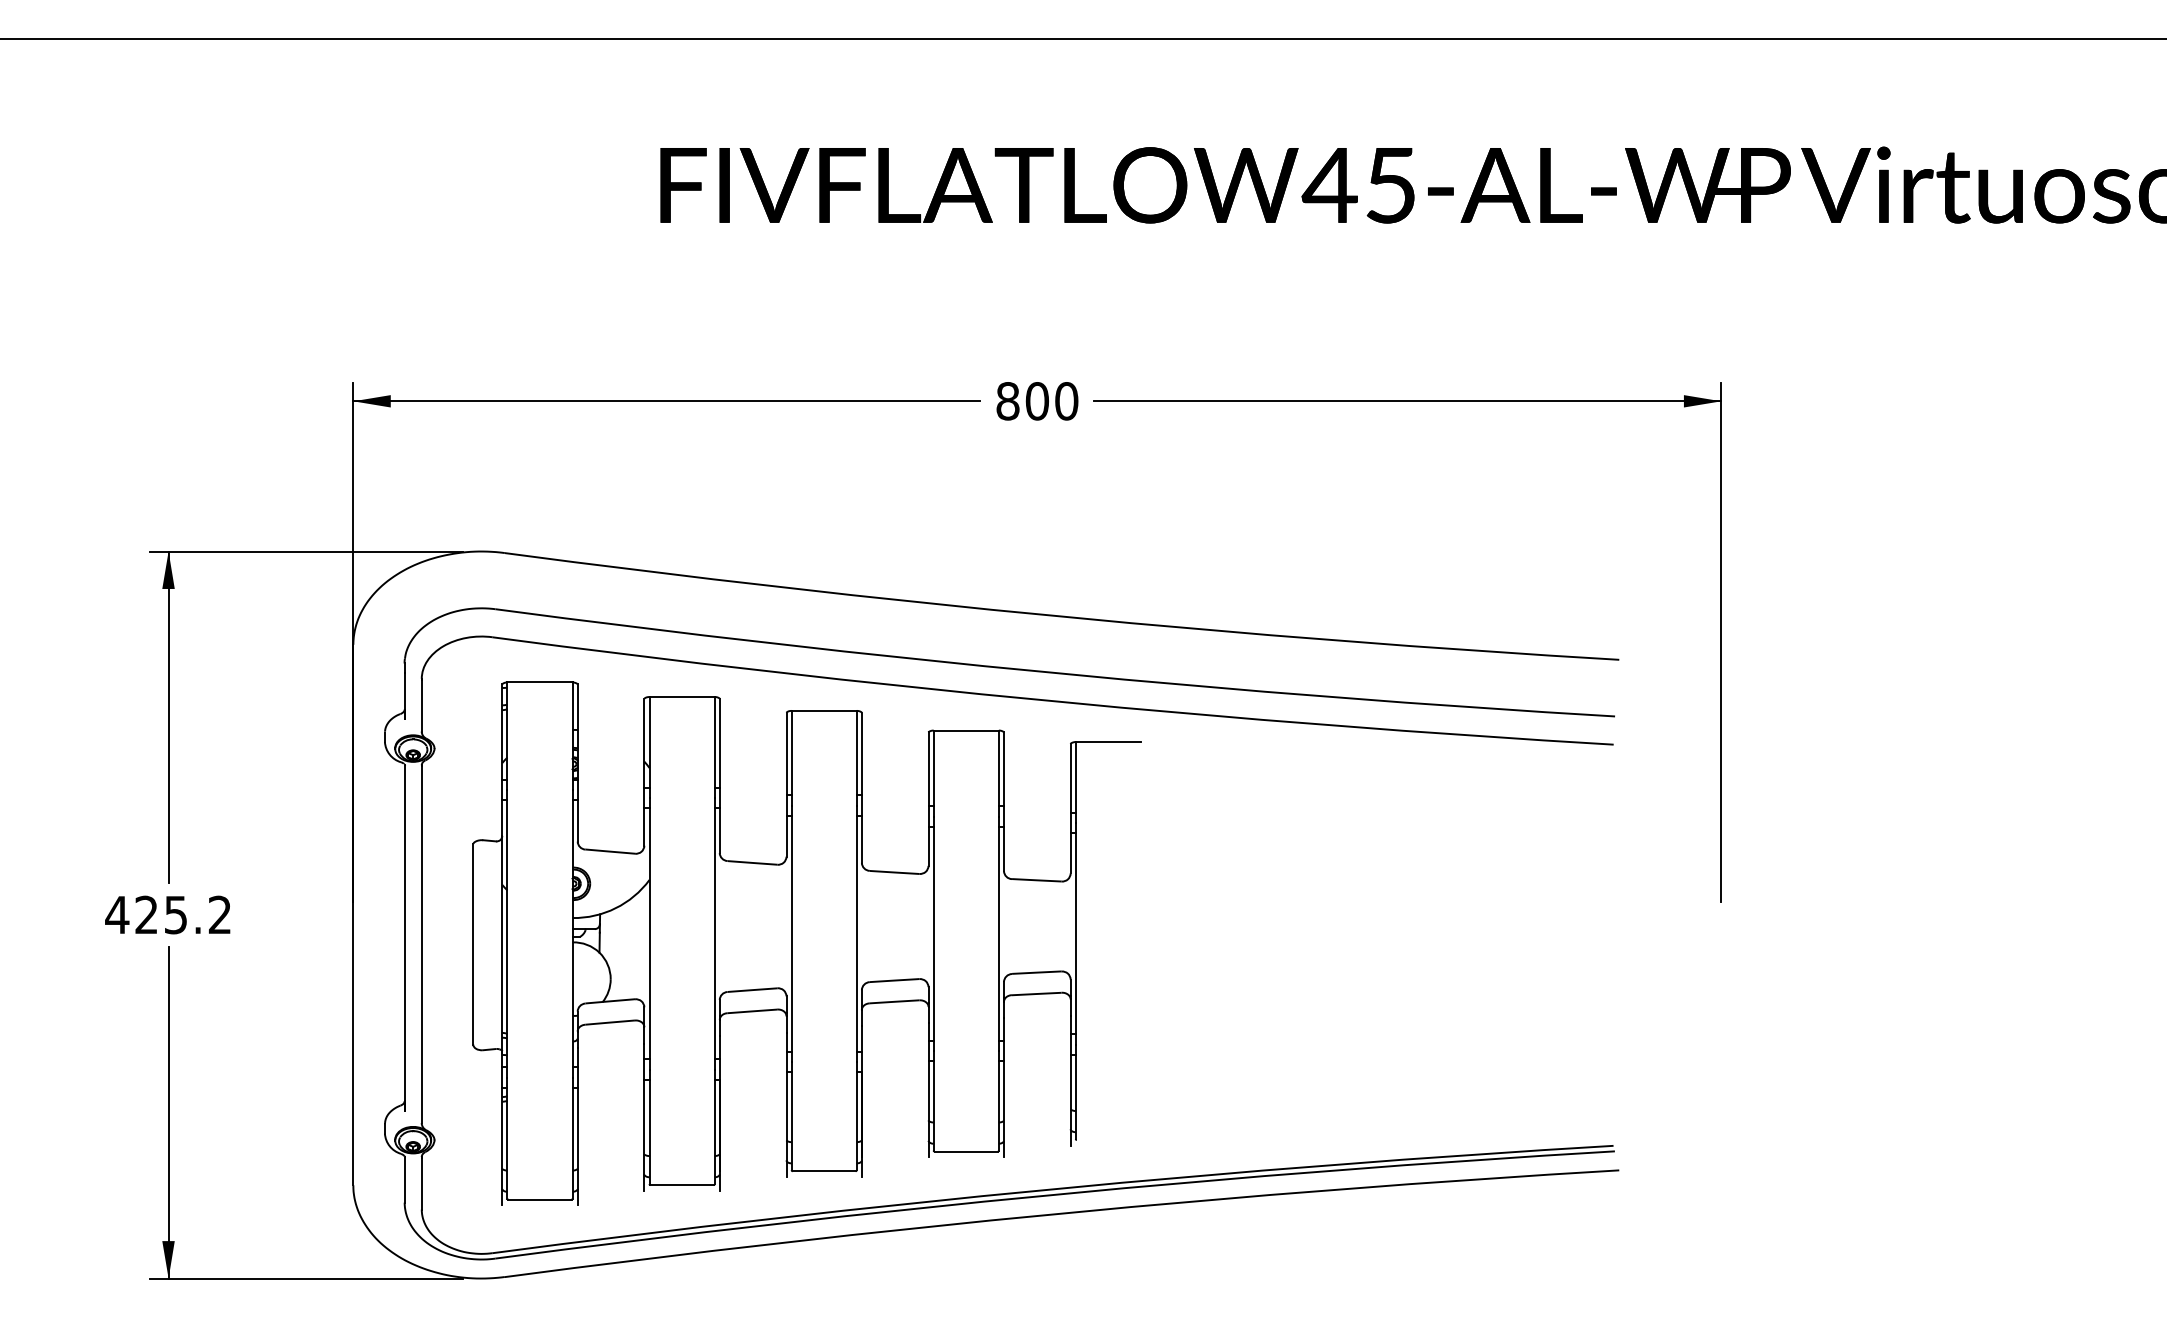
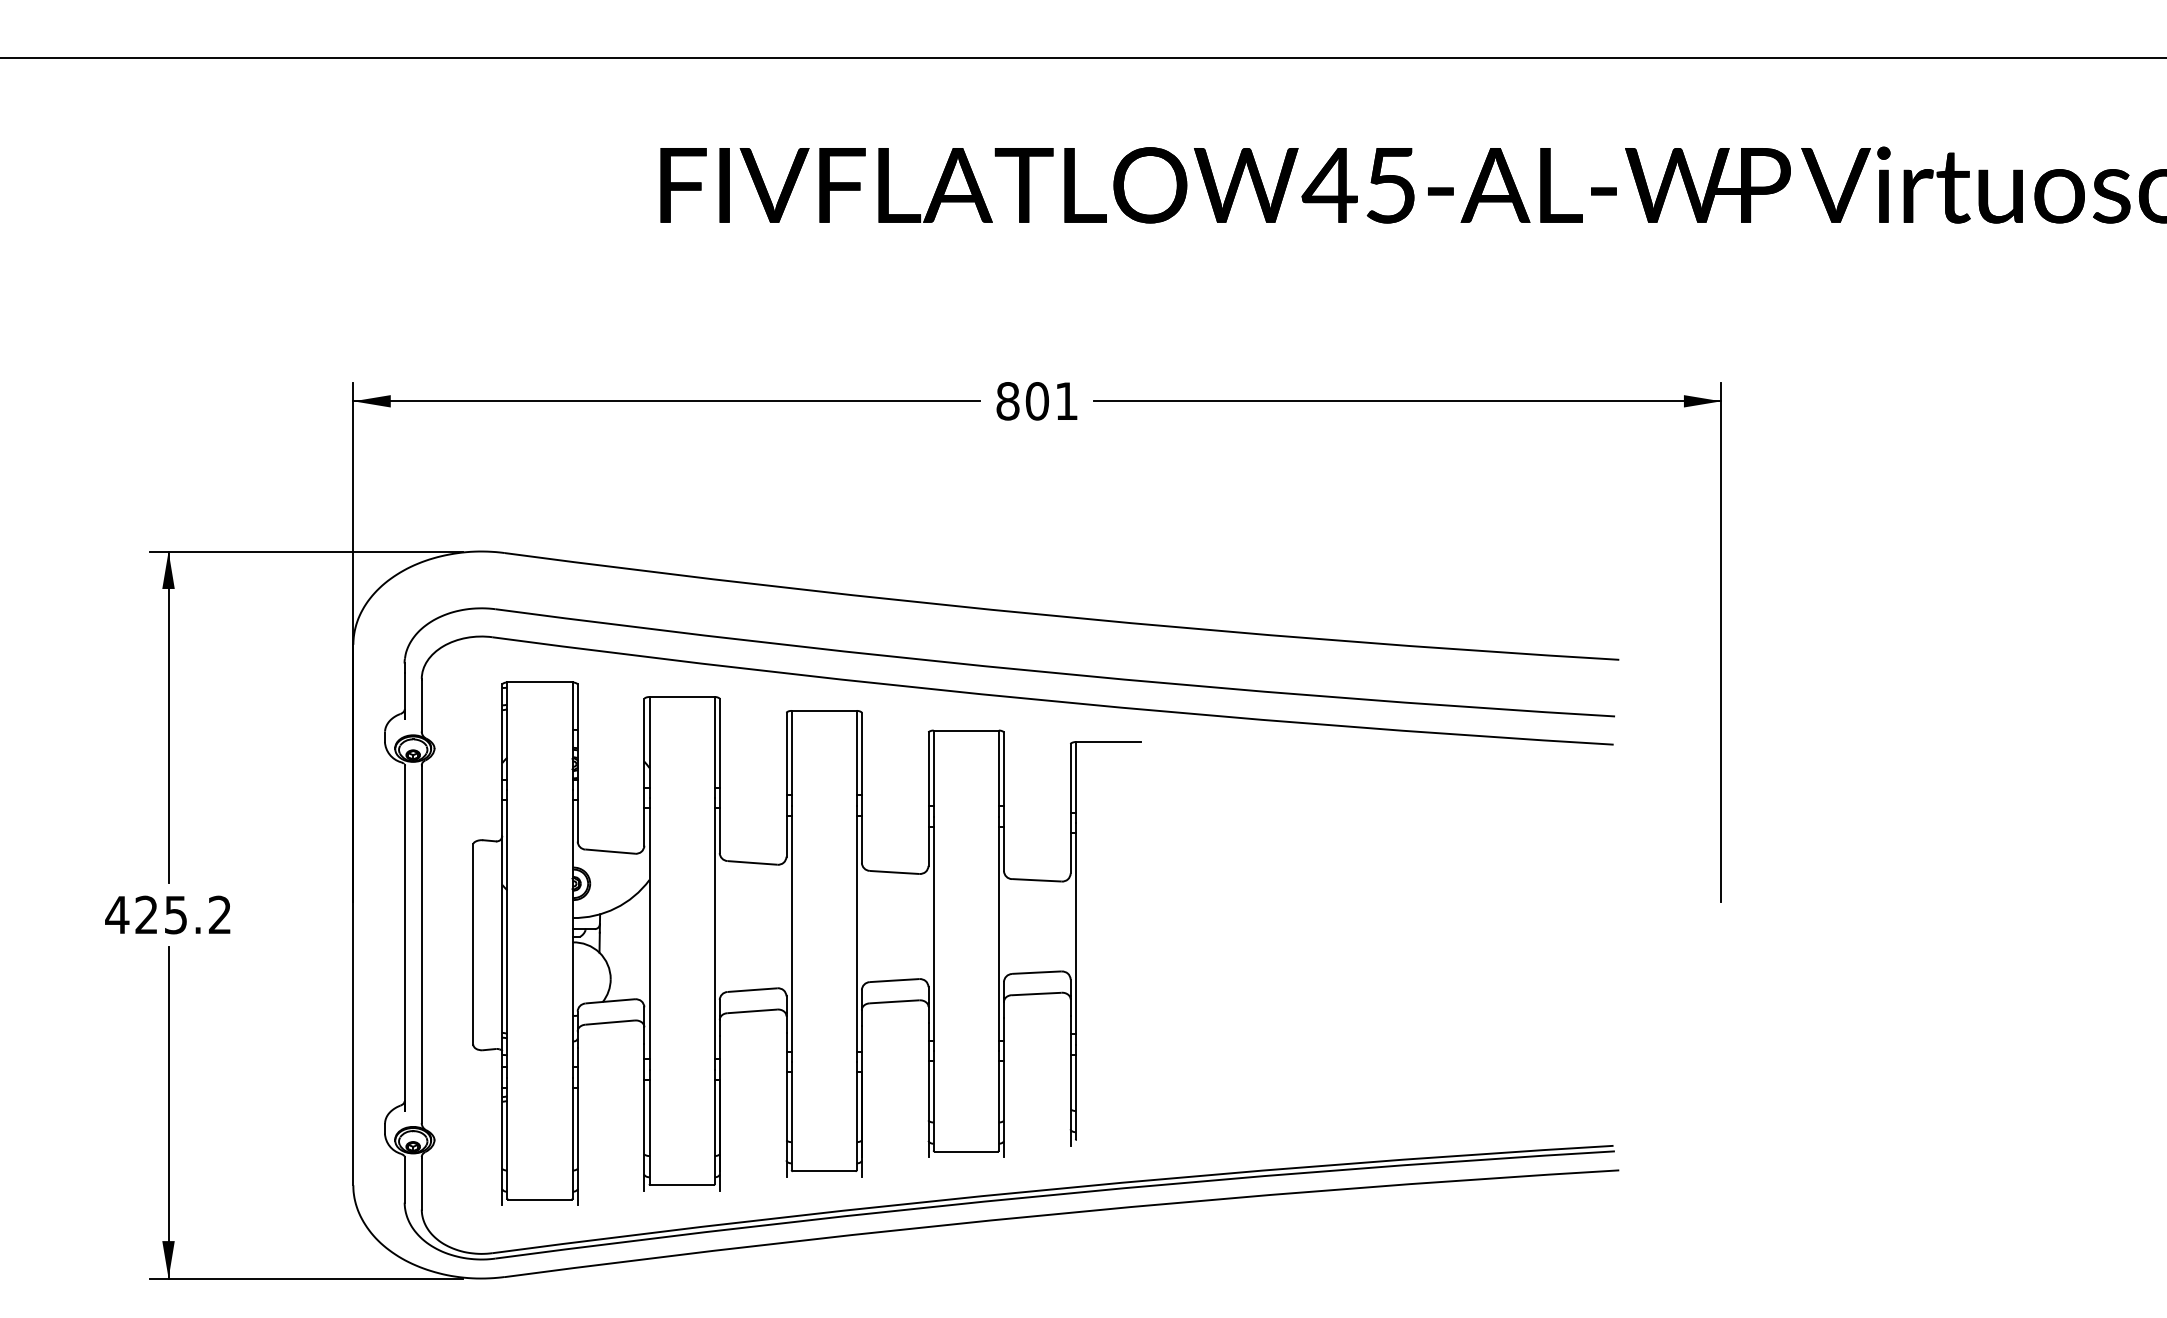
line at (1082, 39) position: (1082, 39) -> (1082, 58)
text at (1066, 401): 800 -> 801
